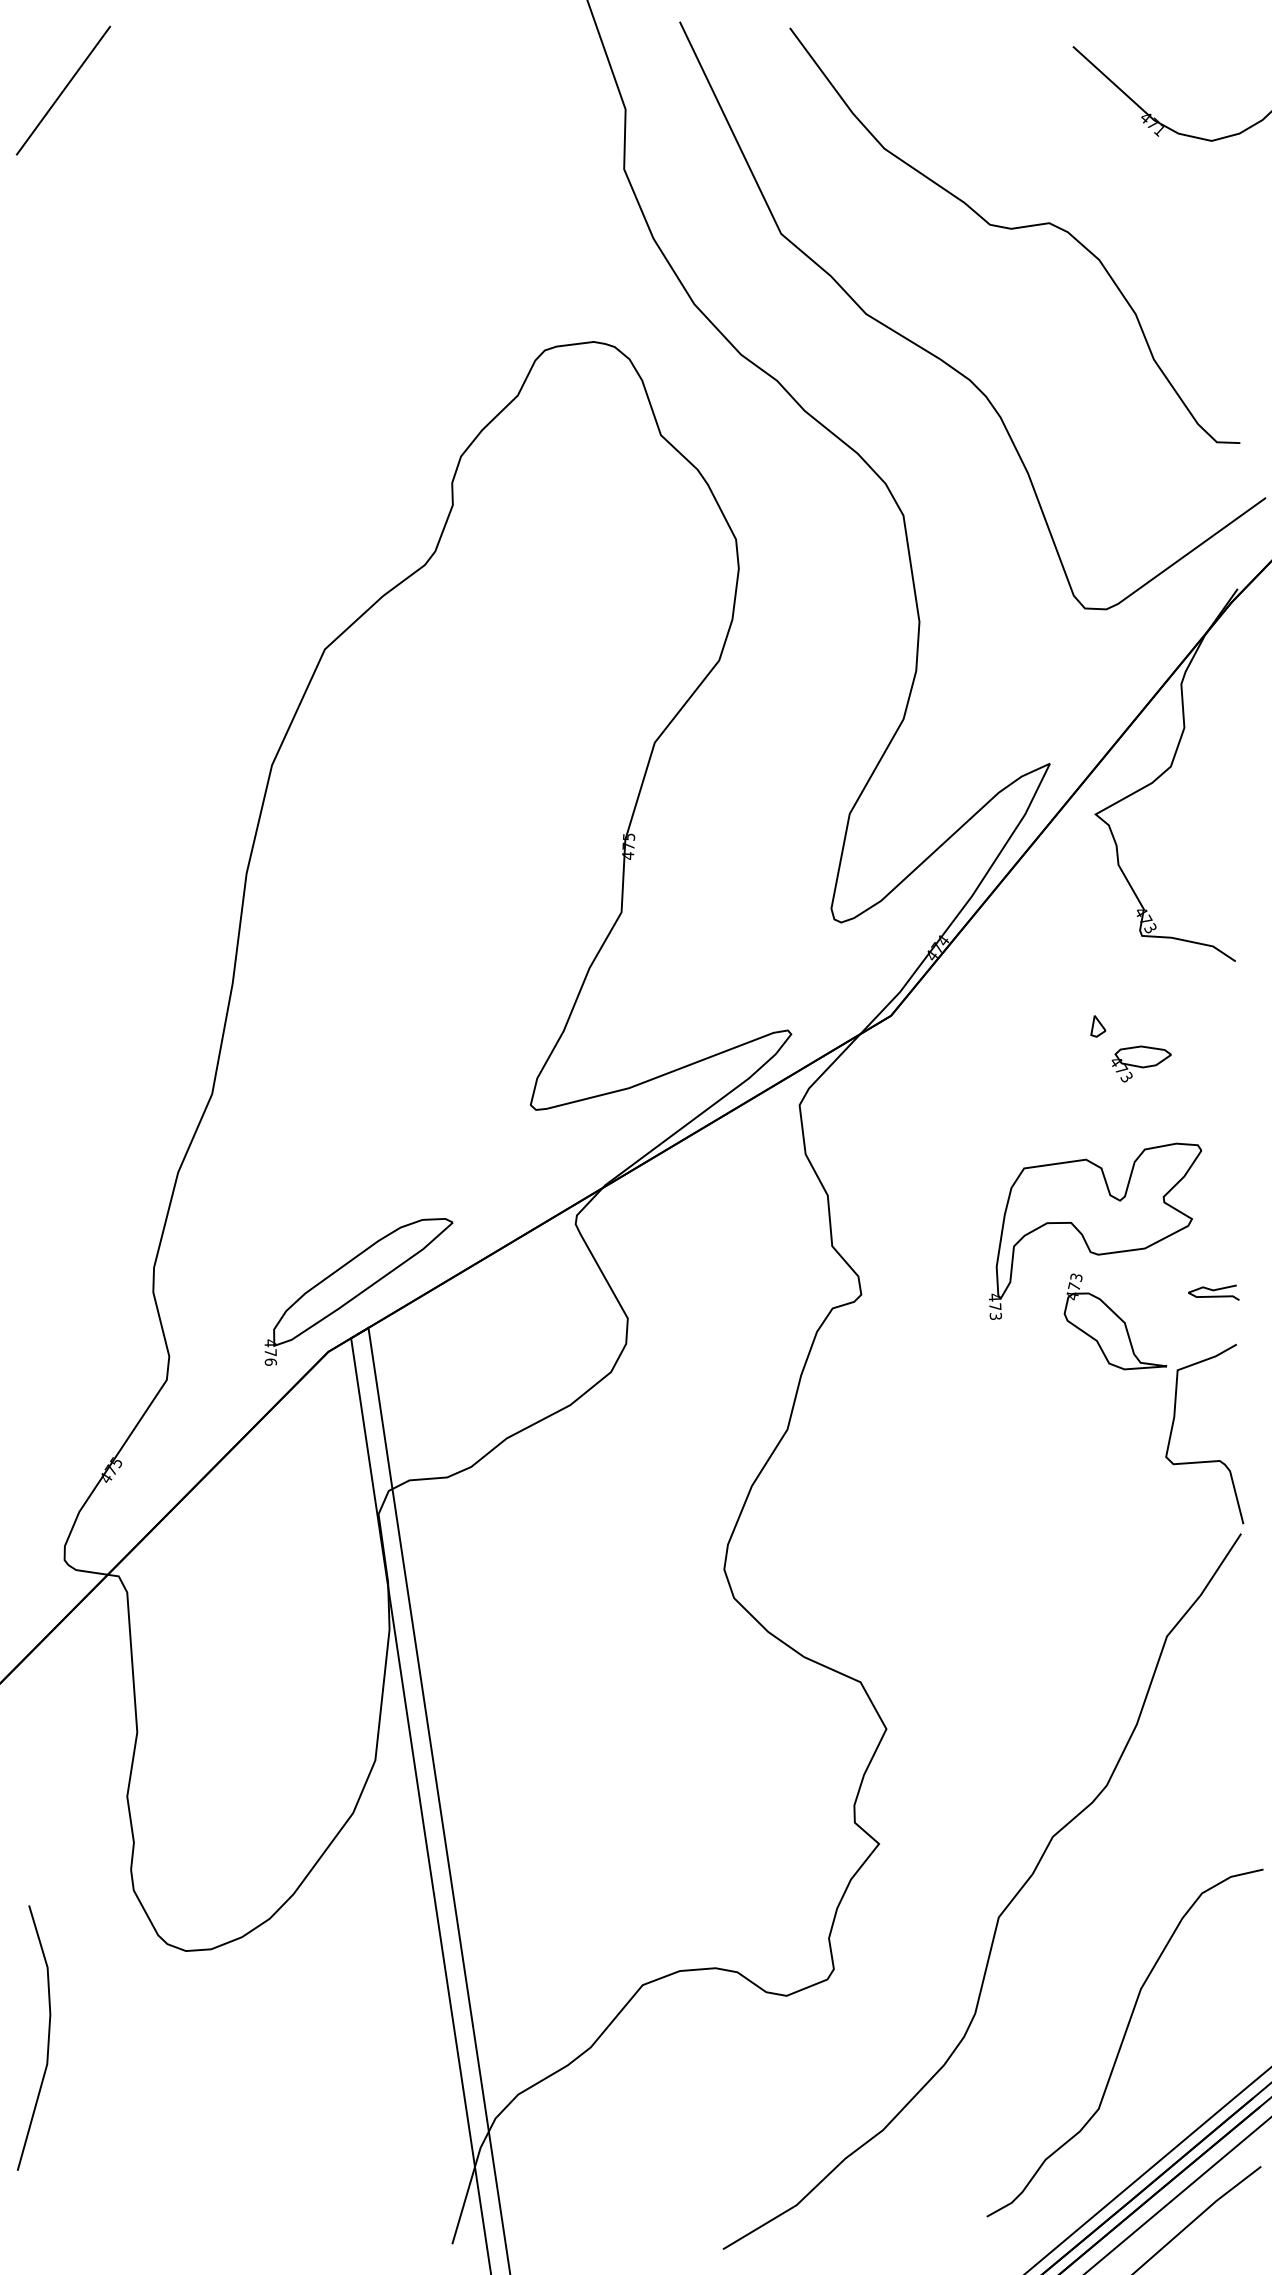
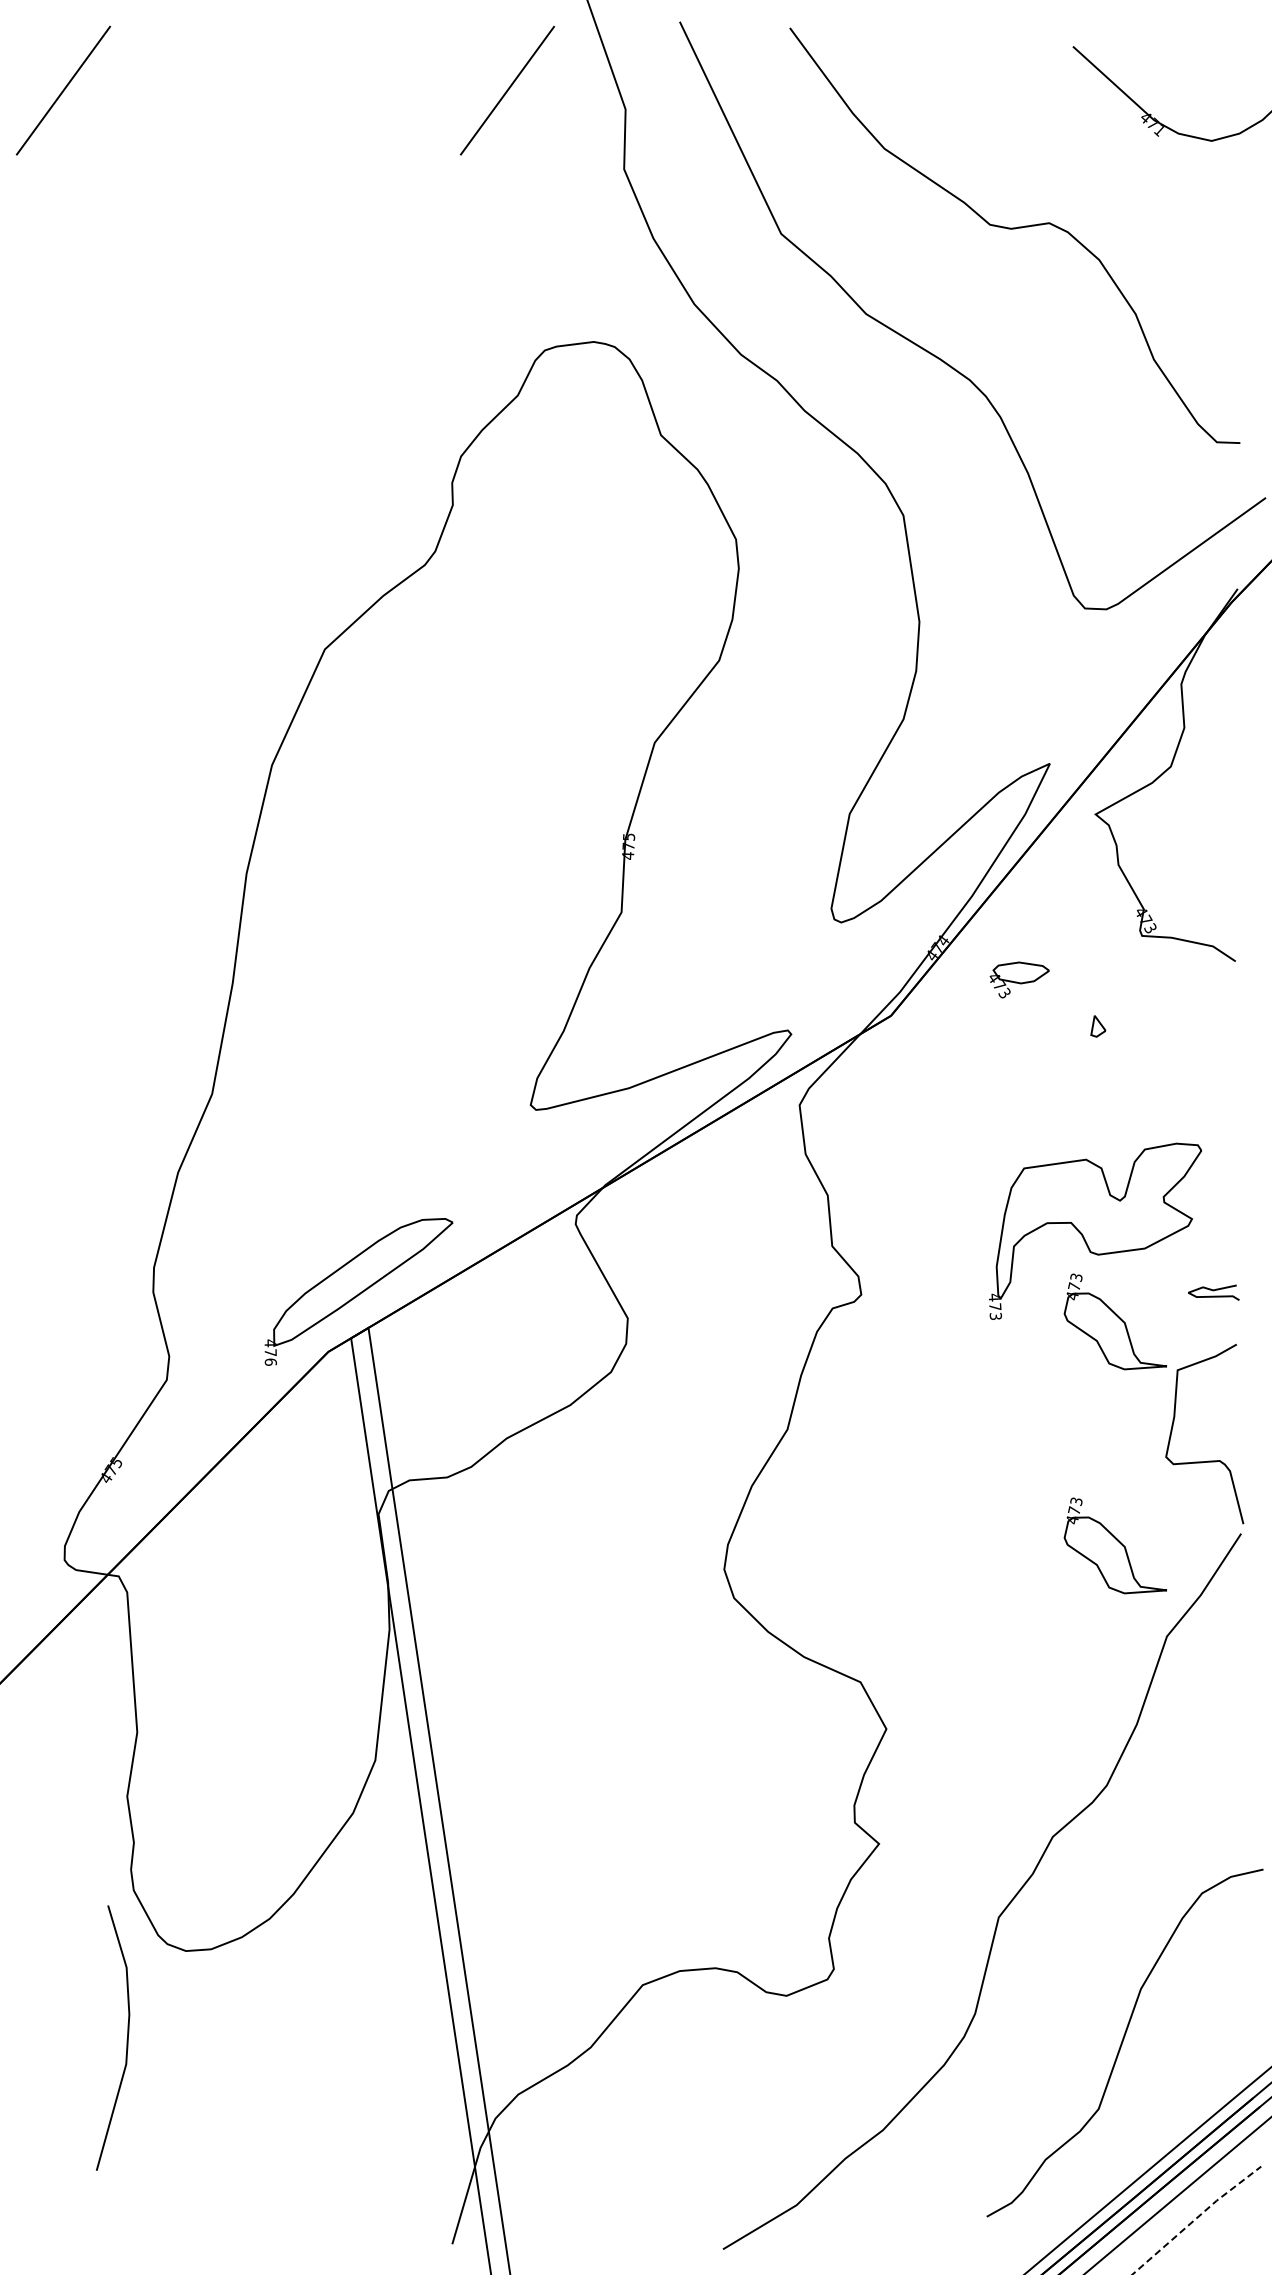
line at (507, 90): none -> present
part at (1141, 1063) position: (1141, 1063) -> (1019, 979)
part at (1114, 1545): none -> present
line at (47, 2039) position: (47, 2039) -> (126, 2039)
line at (1196, 2218): solid -> dashed
